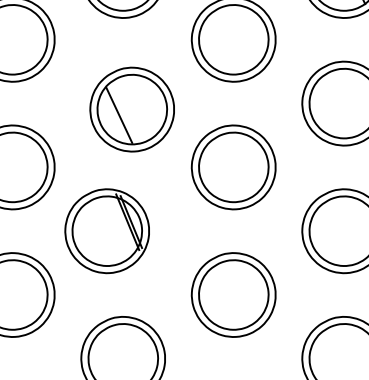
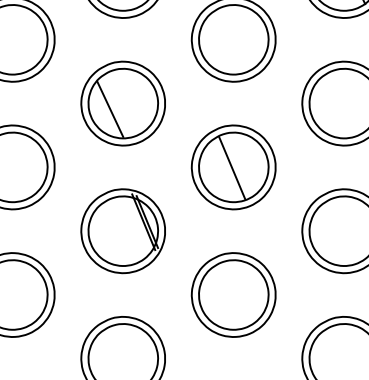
part at (131, 109) position: (131, 109) -> (122, 103)
line at (232, 168): none -> present
part at (106, 231) position: (106, 231) -> (122, 231)
